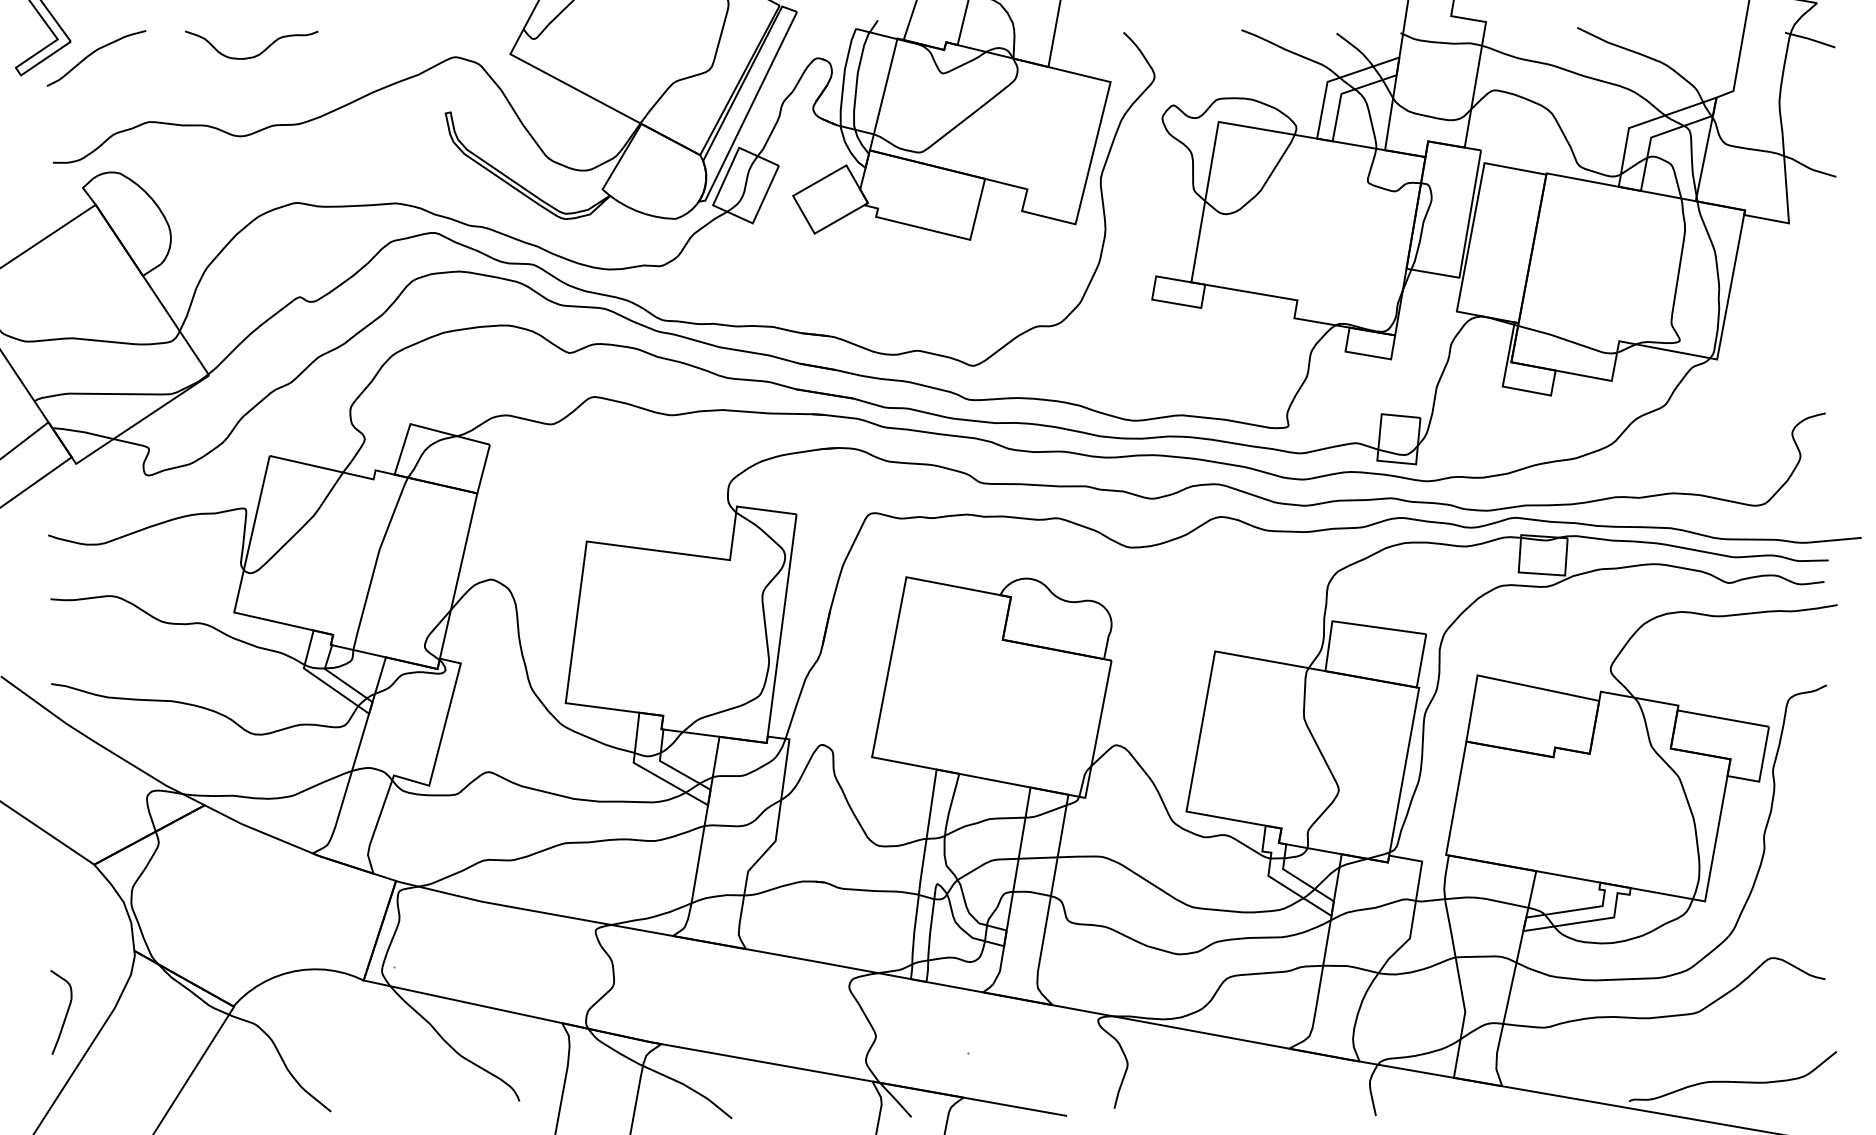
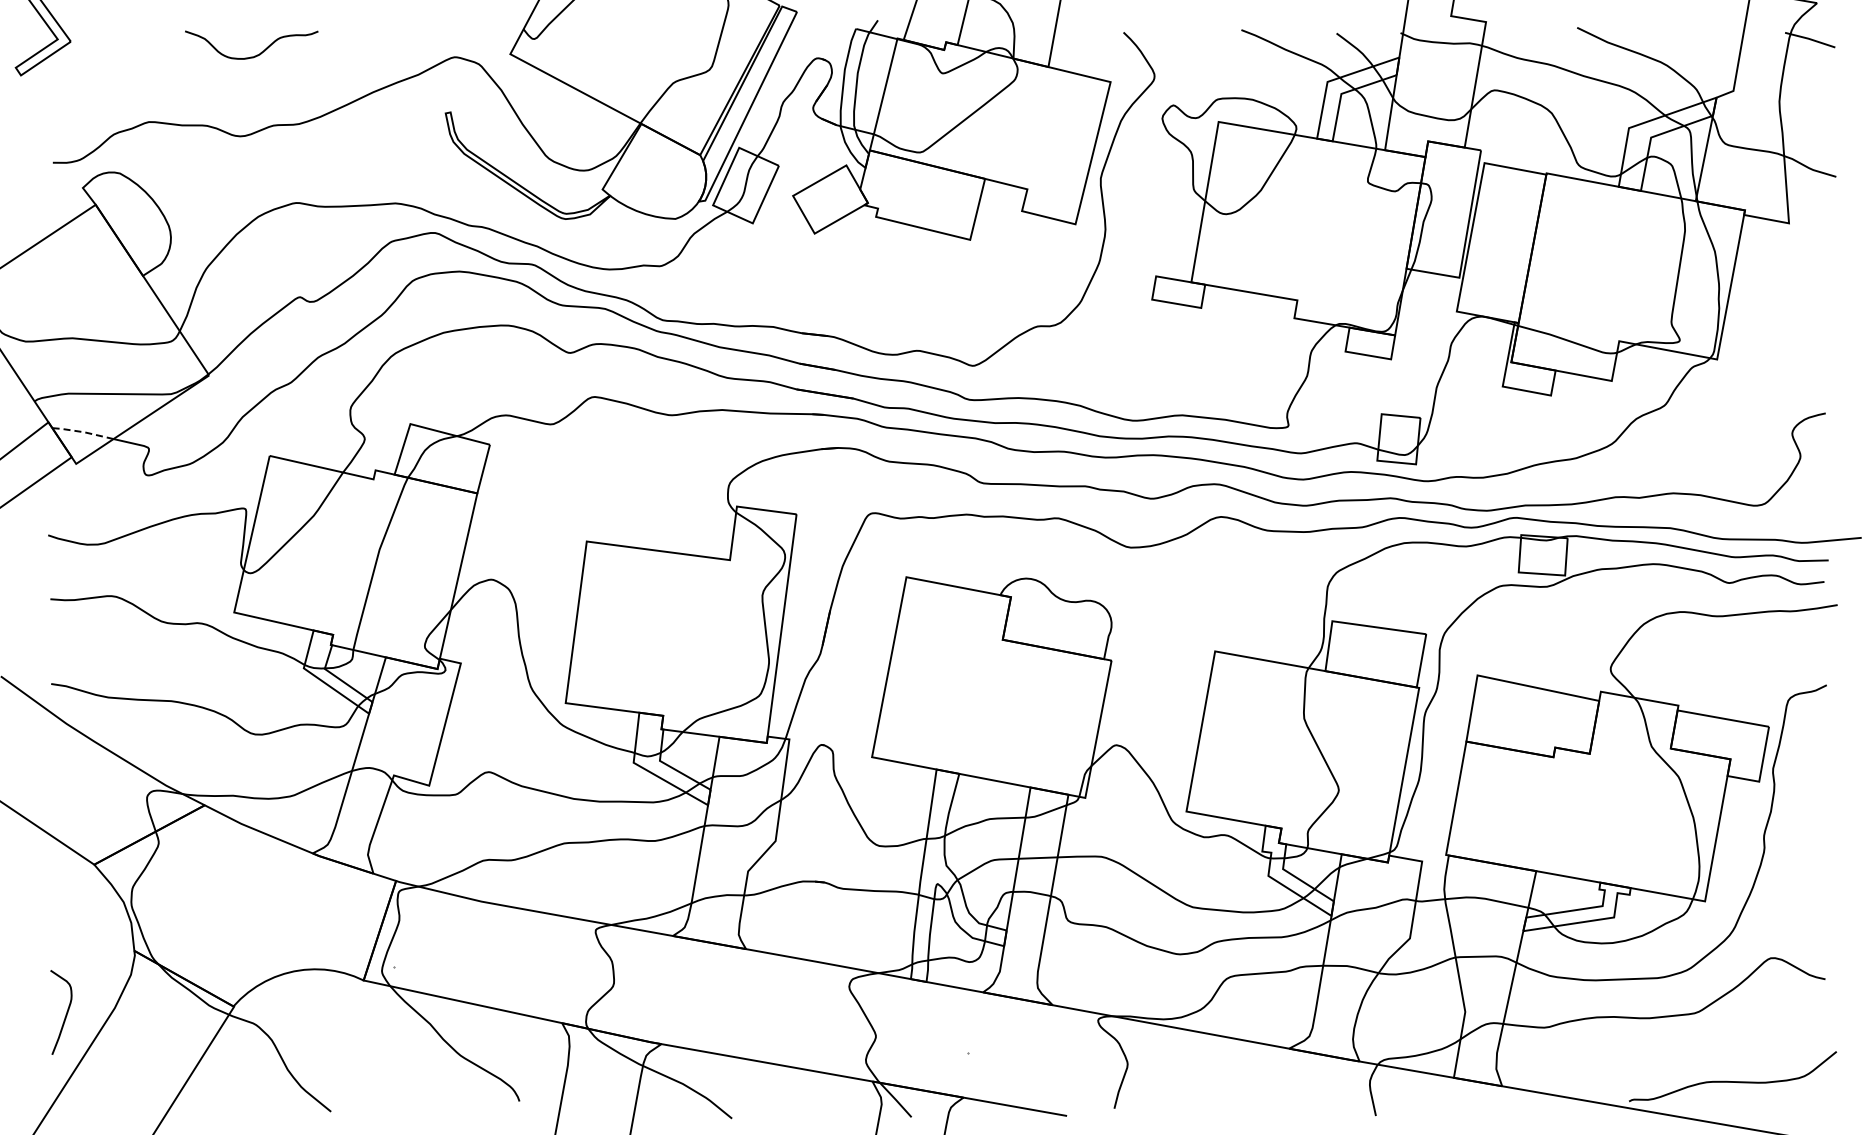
curve at (92, 54): present -> none
line at (82, 432): solid -> dashed
